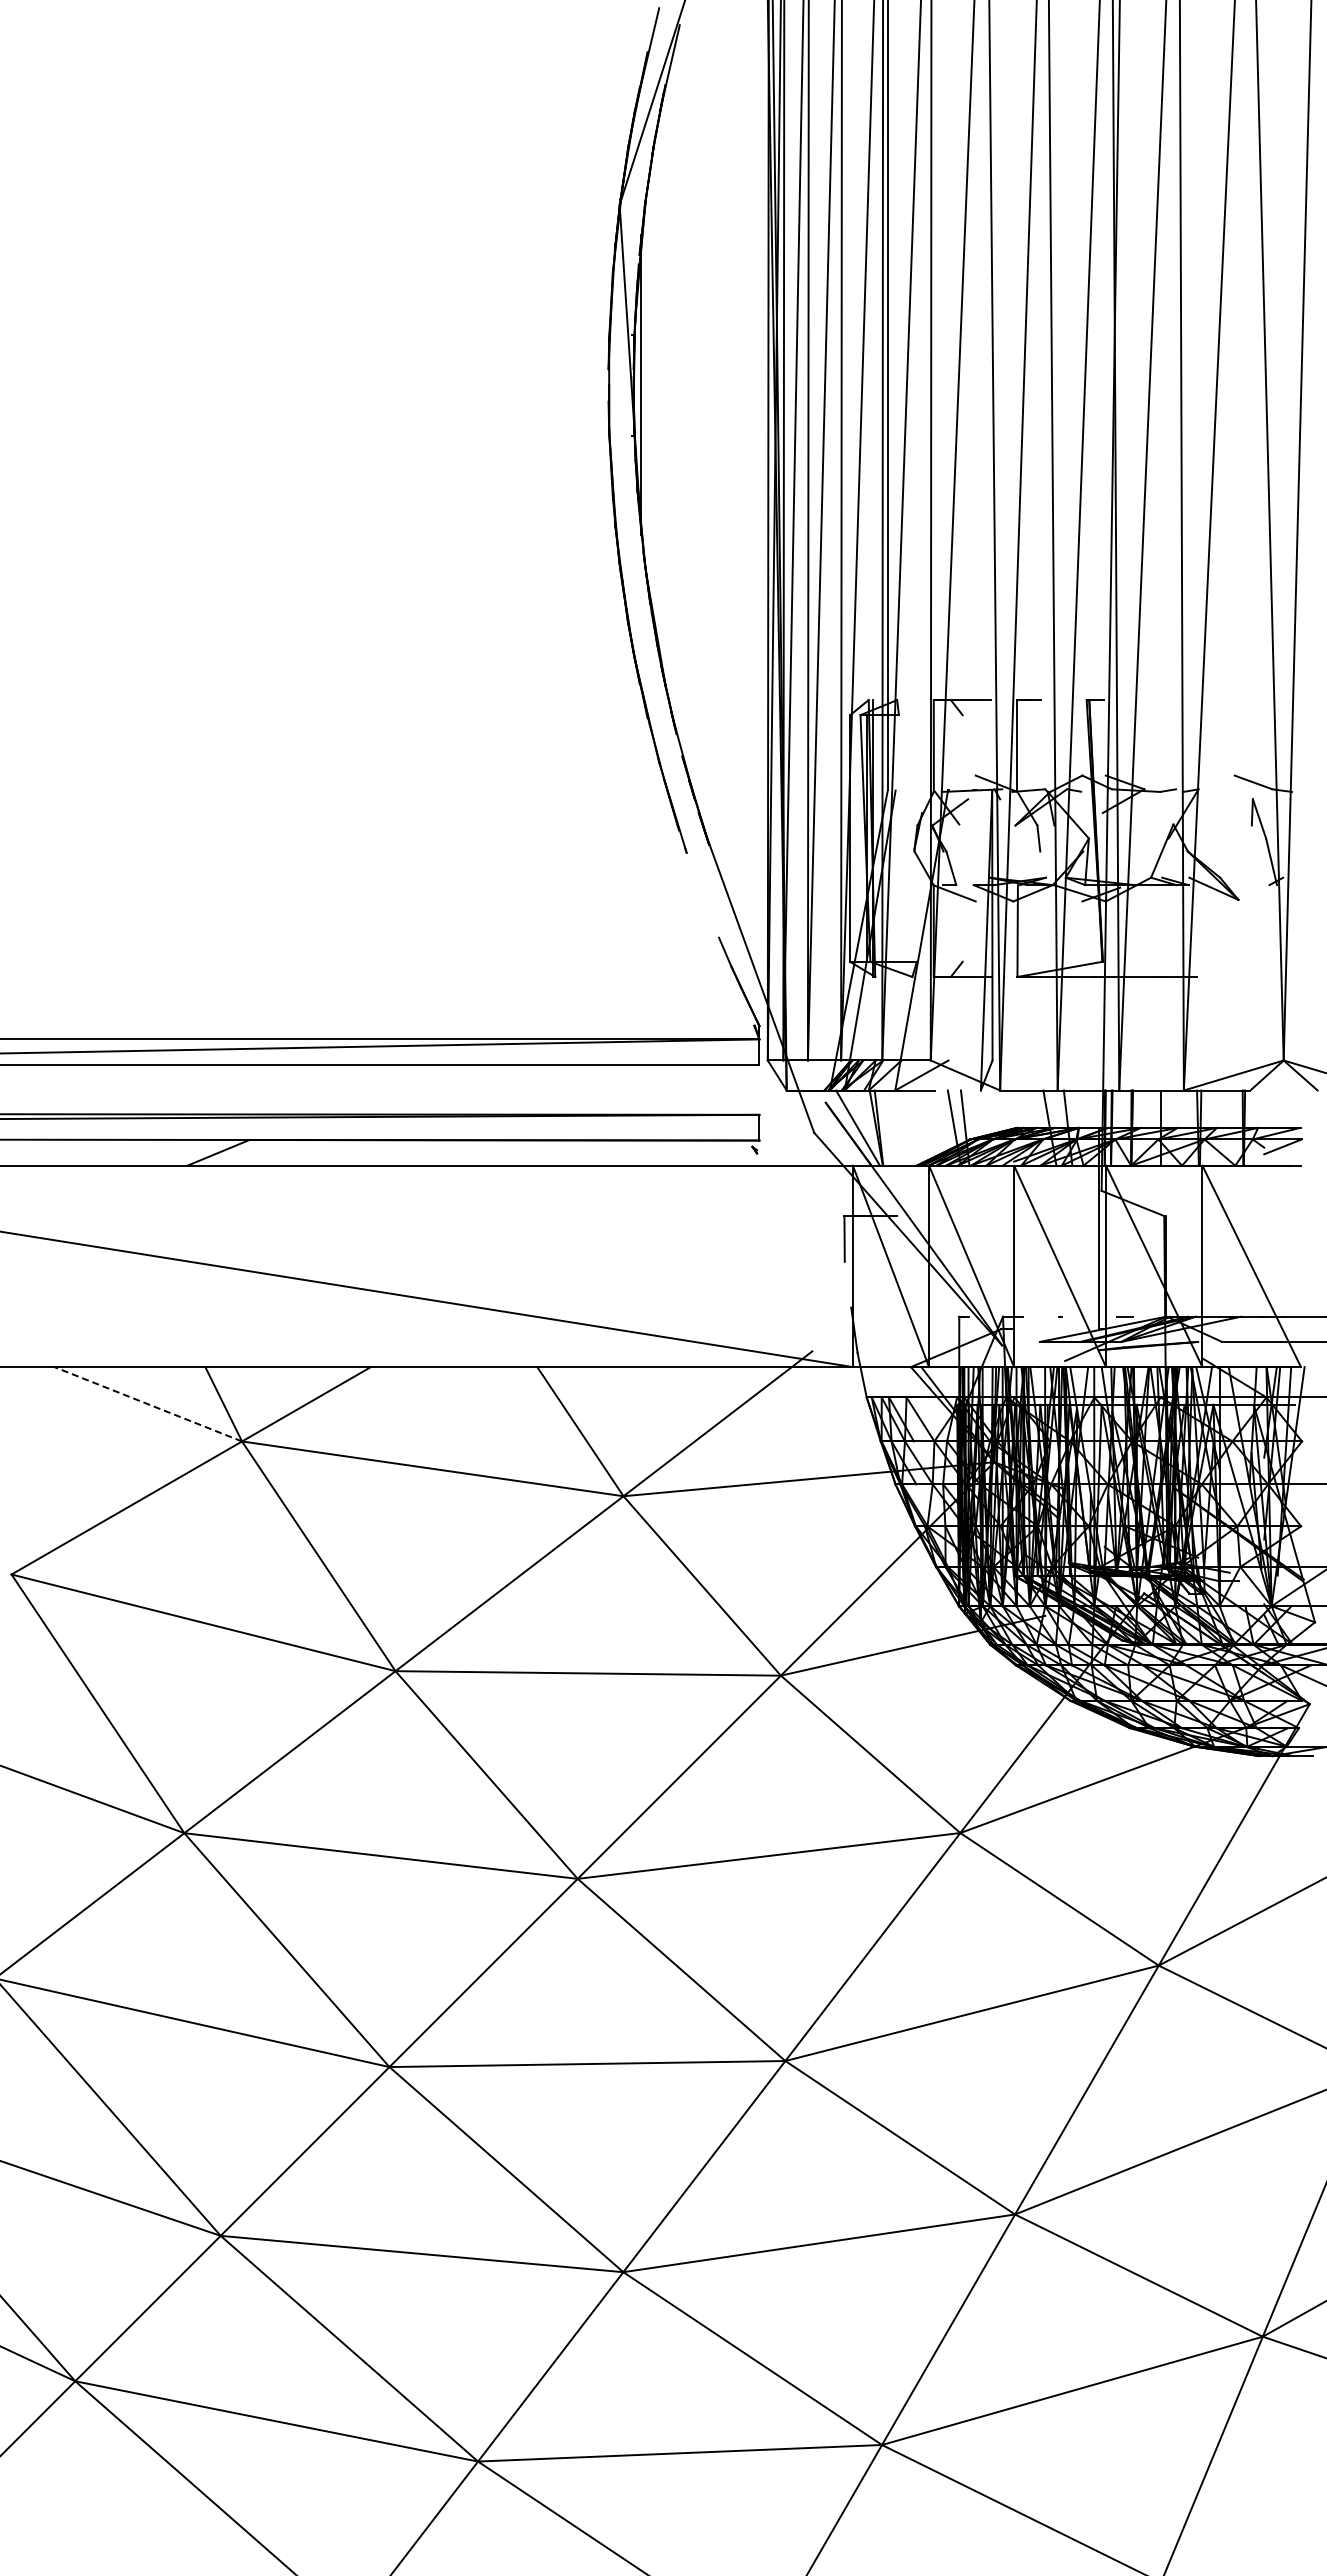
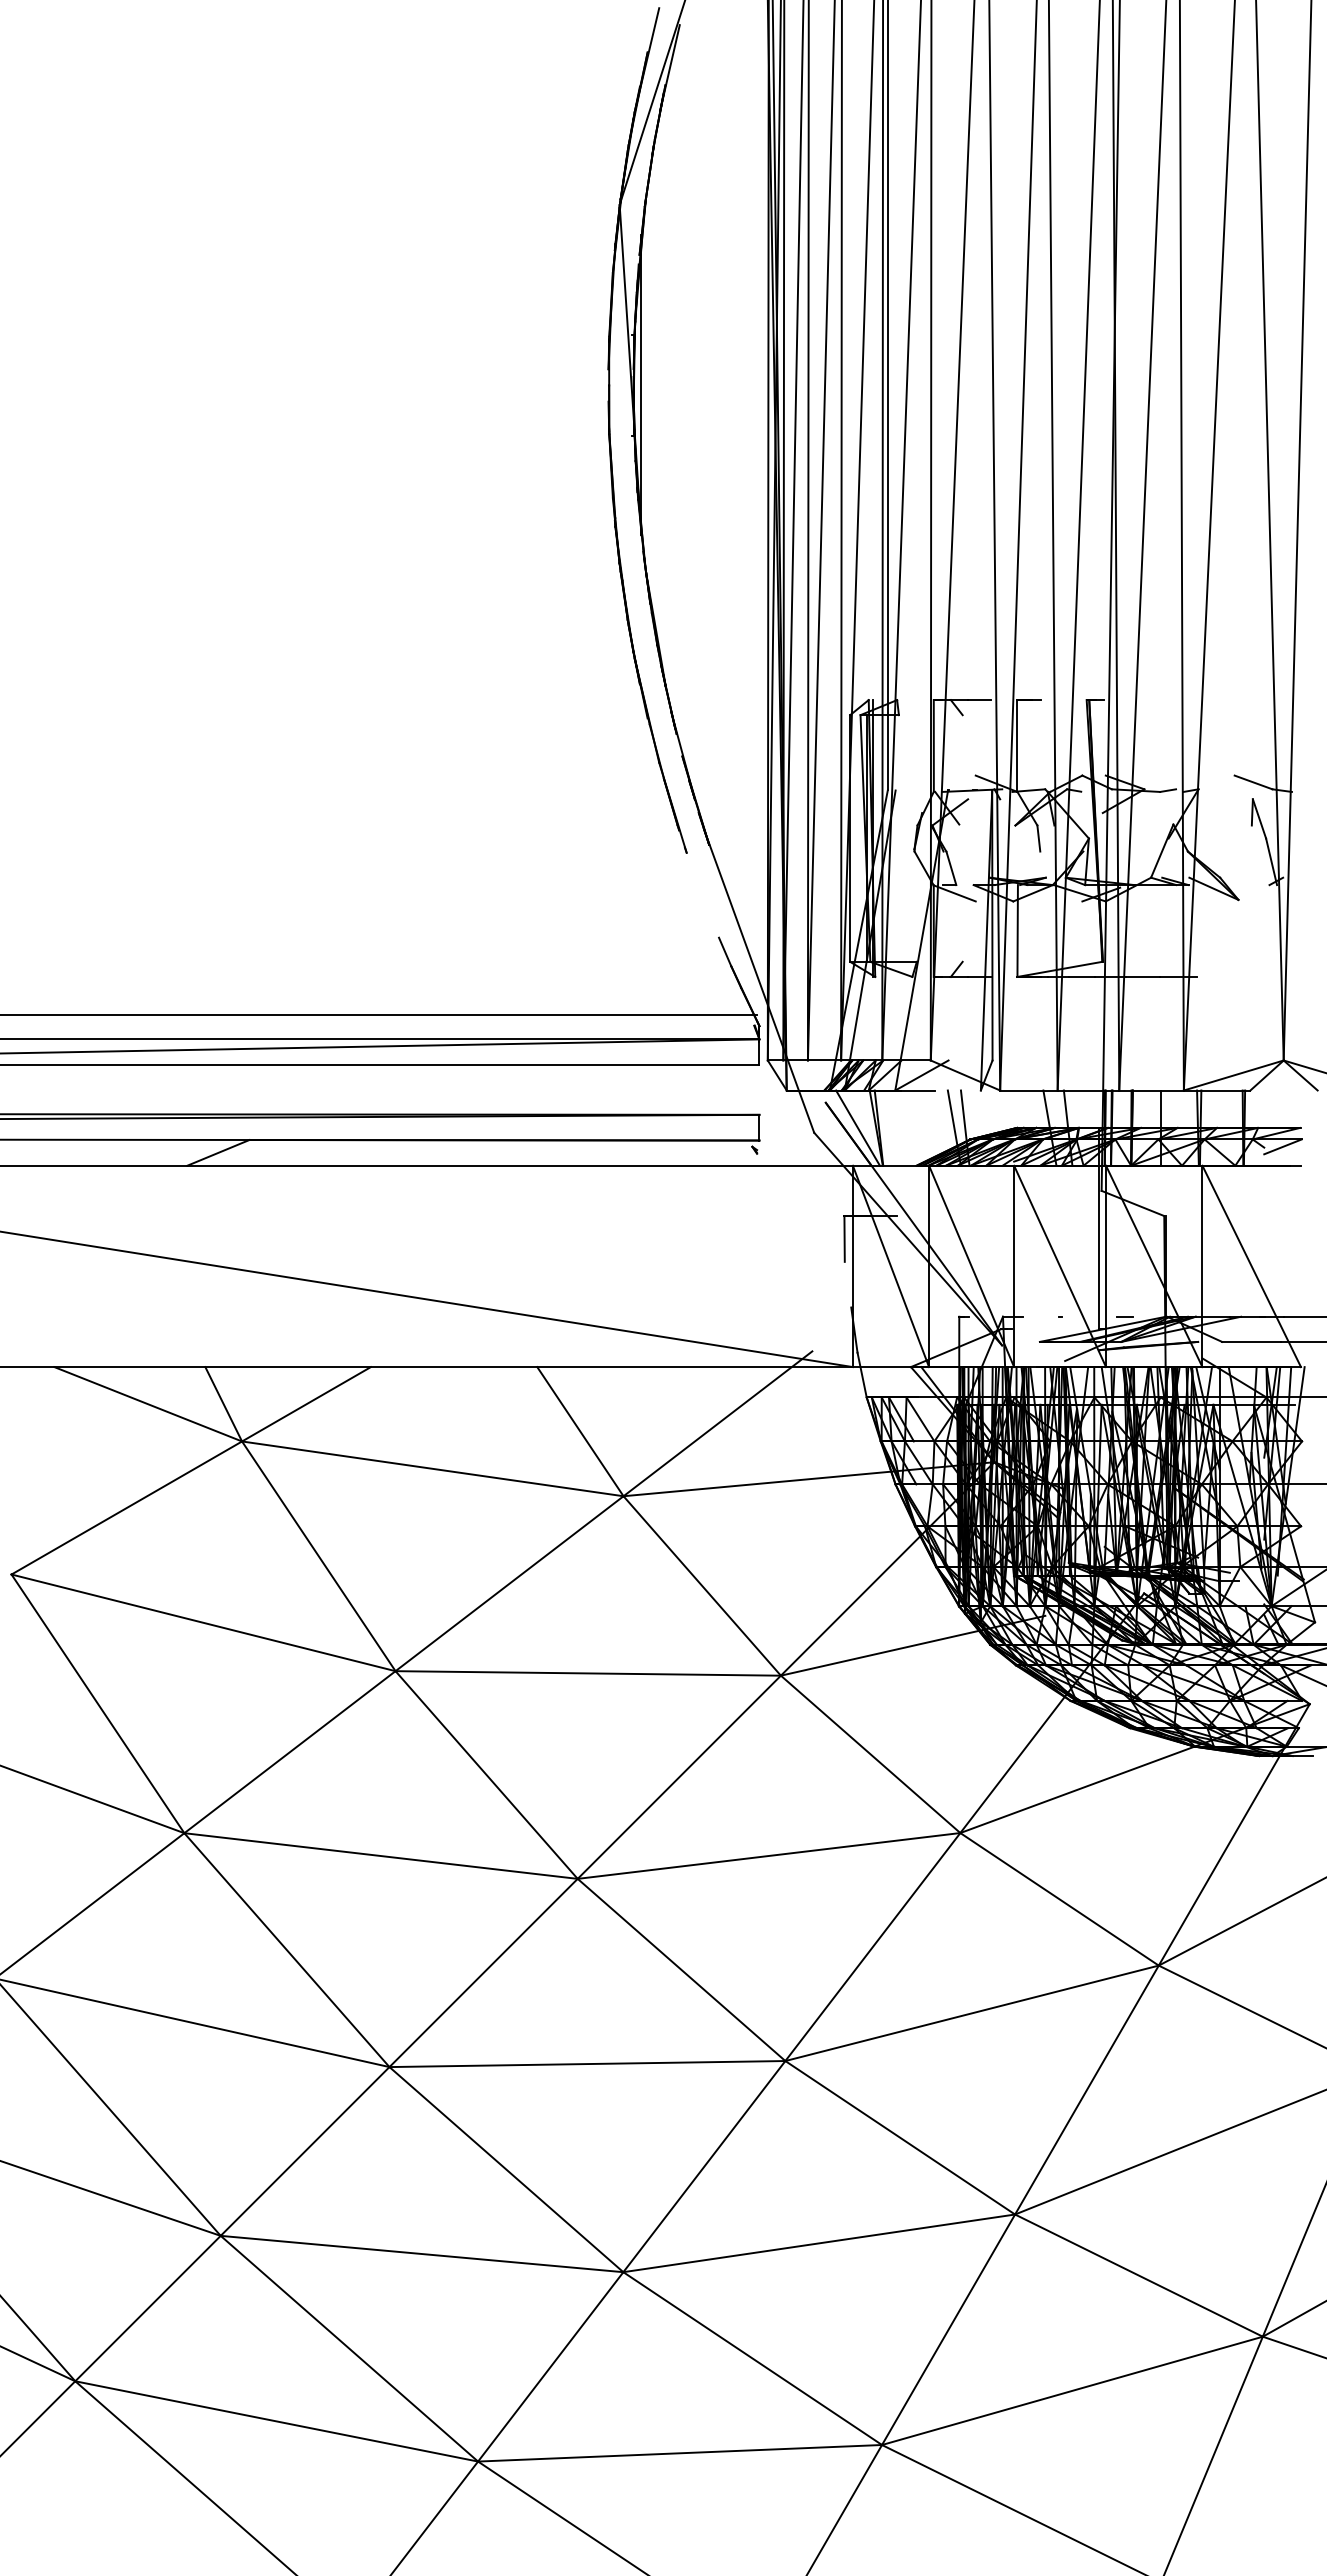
line at (379, 1014): none -> present
line at (148, 1404): dashed -> solid
